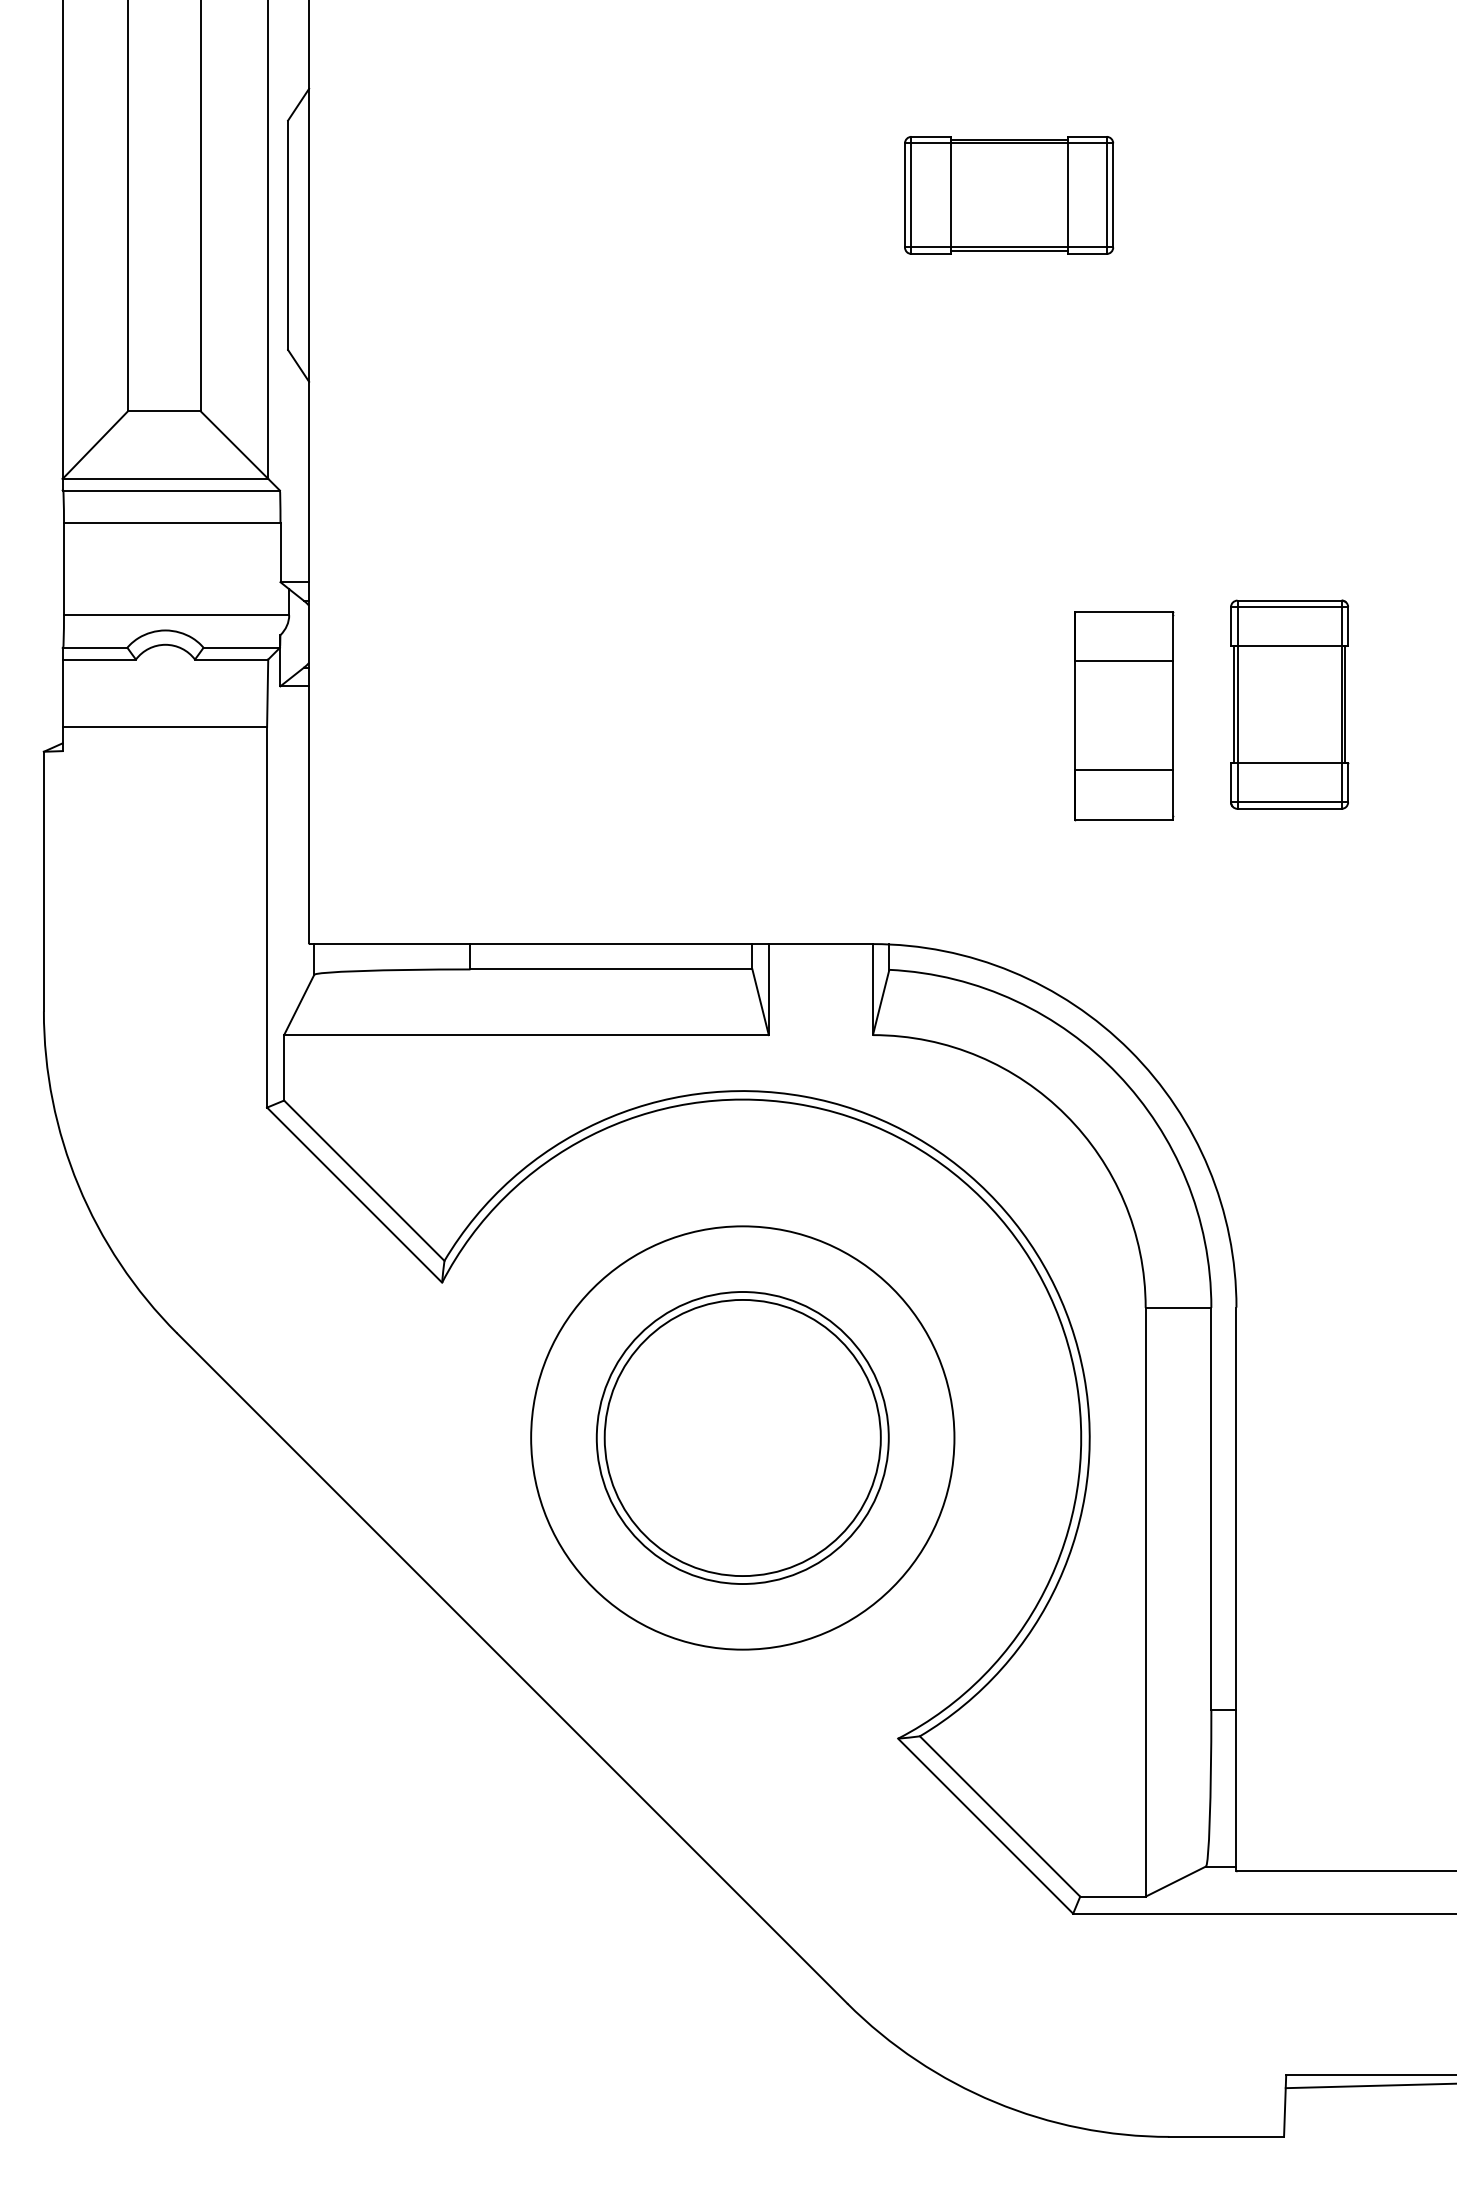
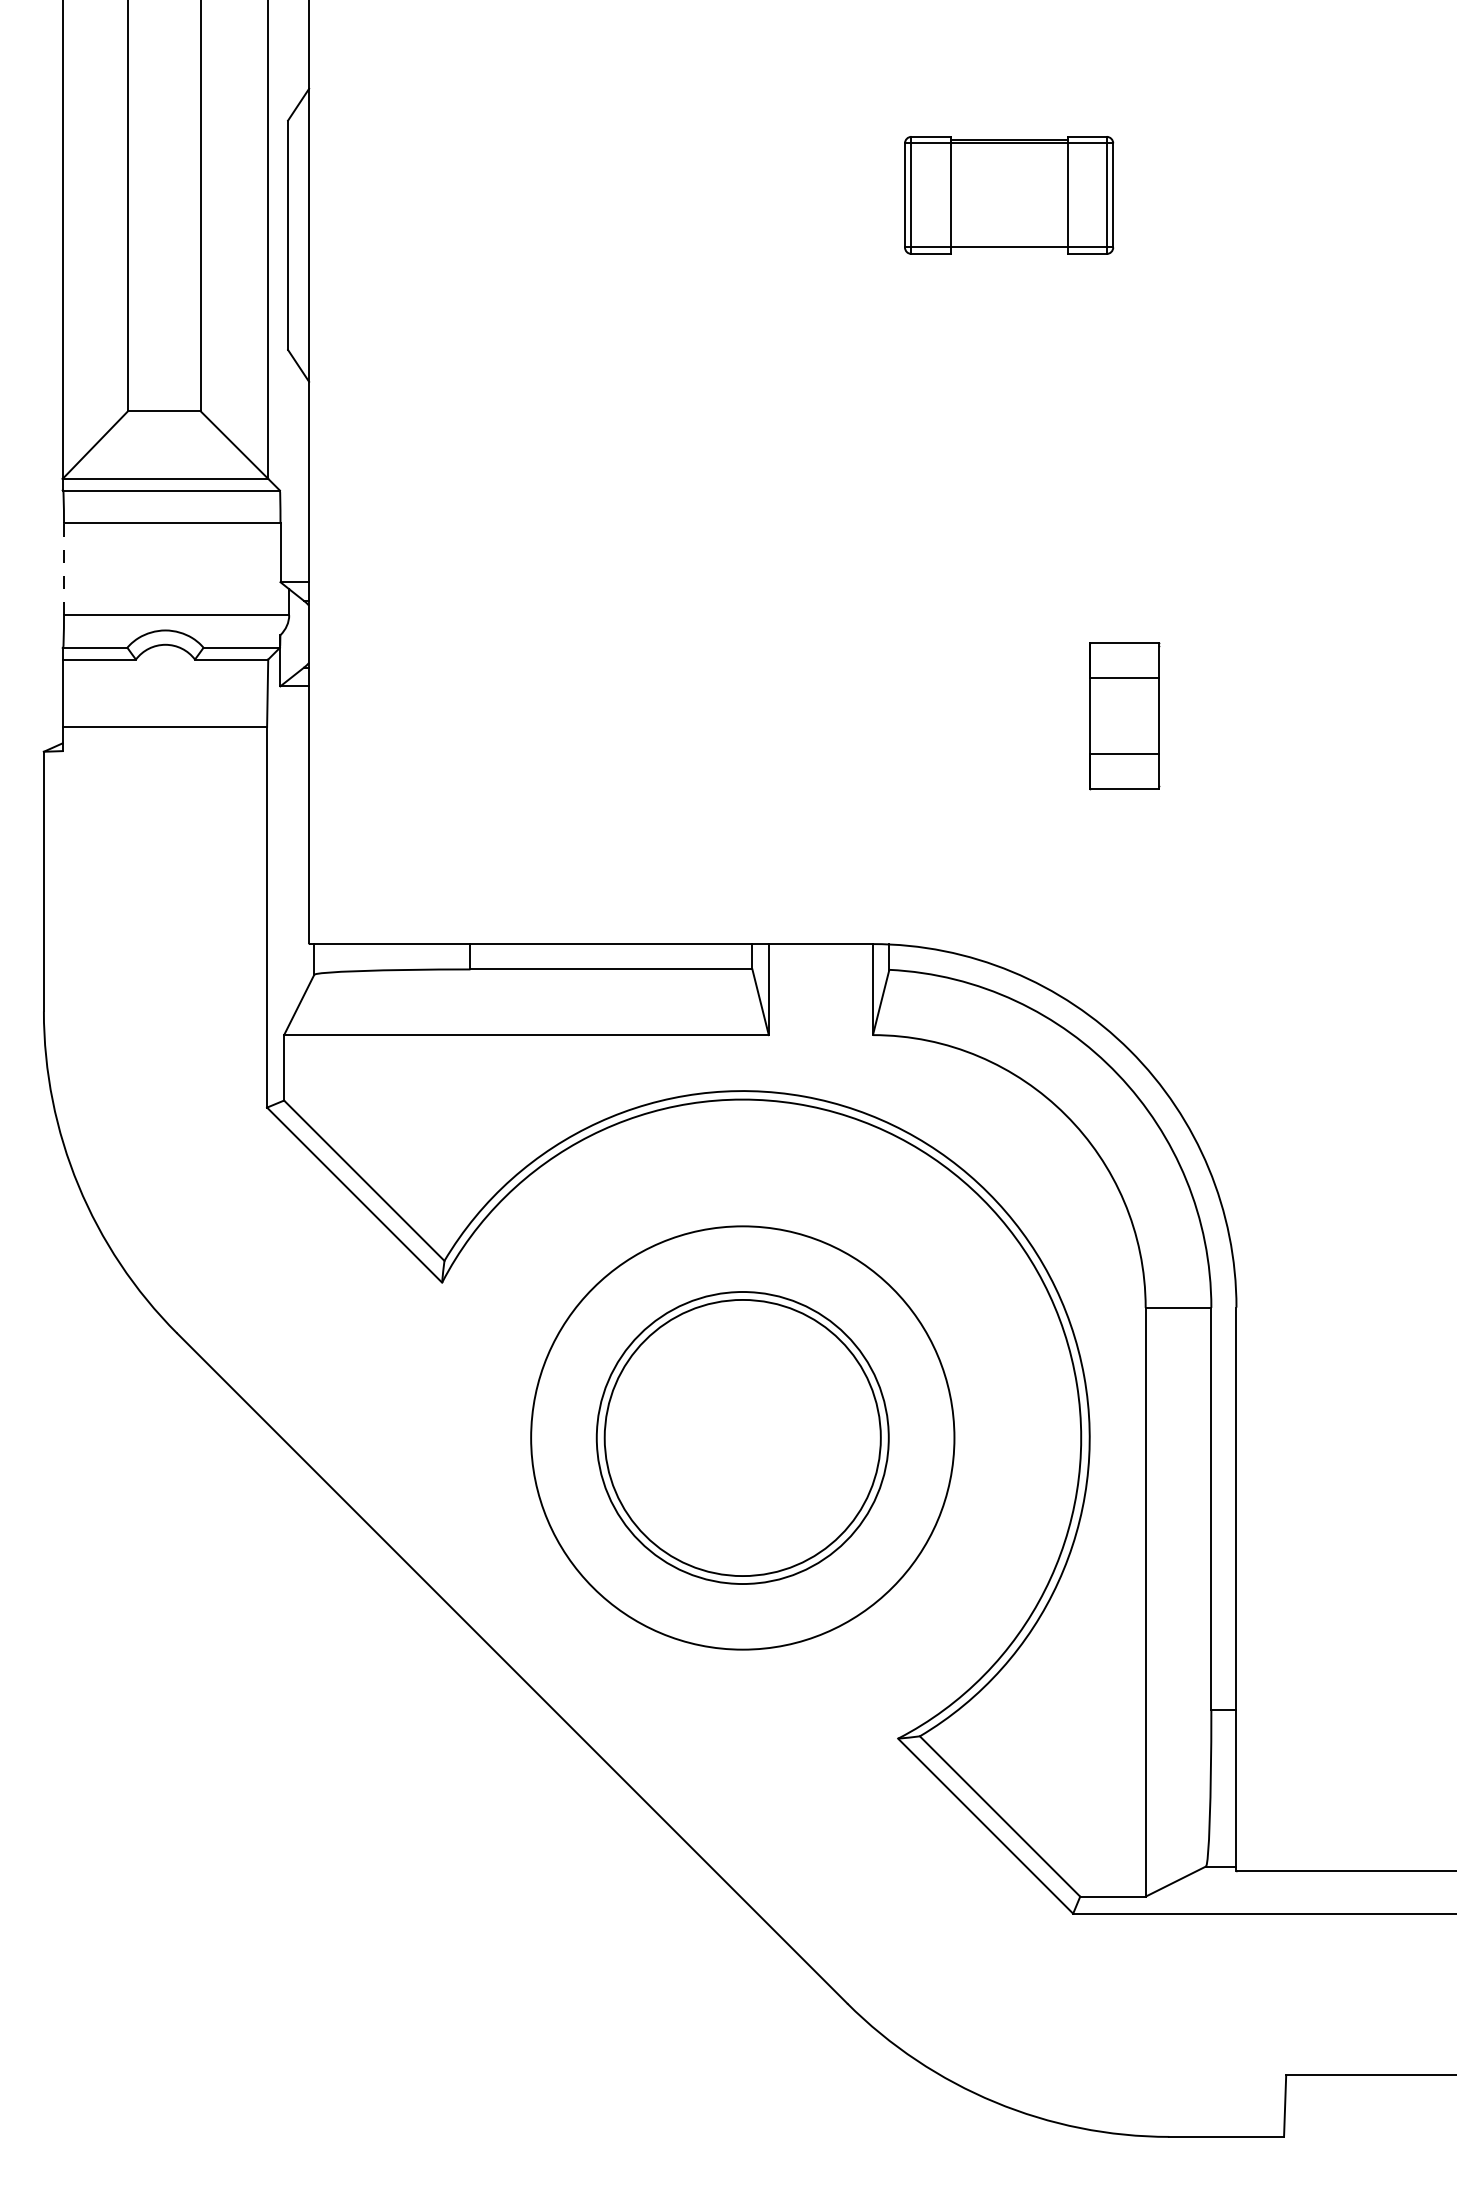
line at (1008, 250): present -> none
line at (64, 568): solid -> dashed
part at (1289, 704): present -> none
part at (1124, 716) size: 101x211 px -> 72x149 px
line at (1369, 2085): present -> none
